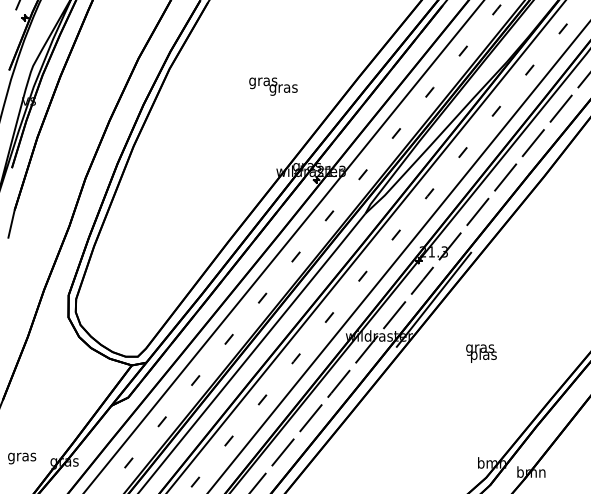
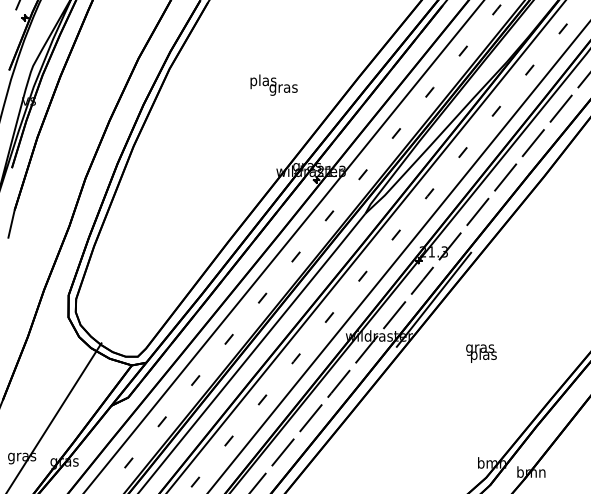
text at (263, 81): gras -> plas
line at (54, 416): none -> present
